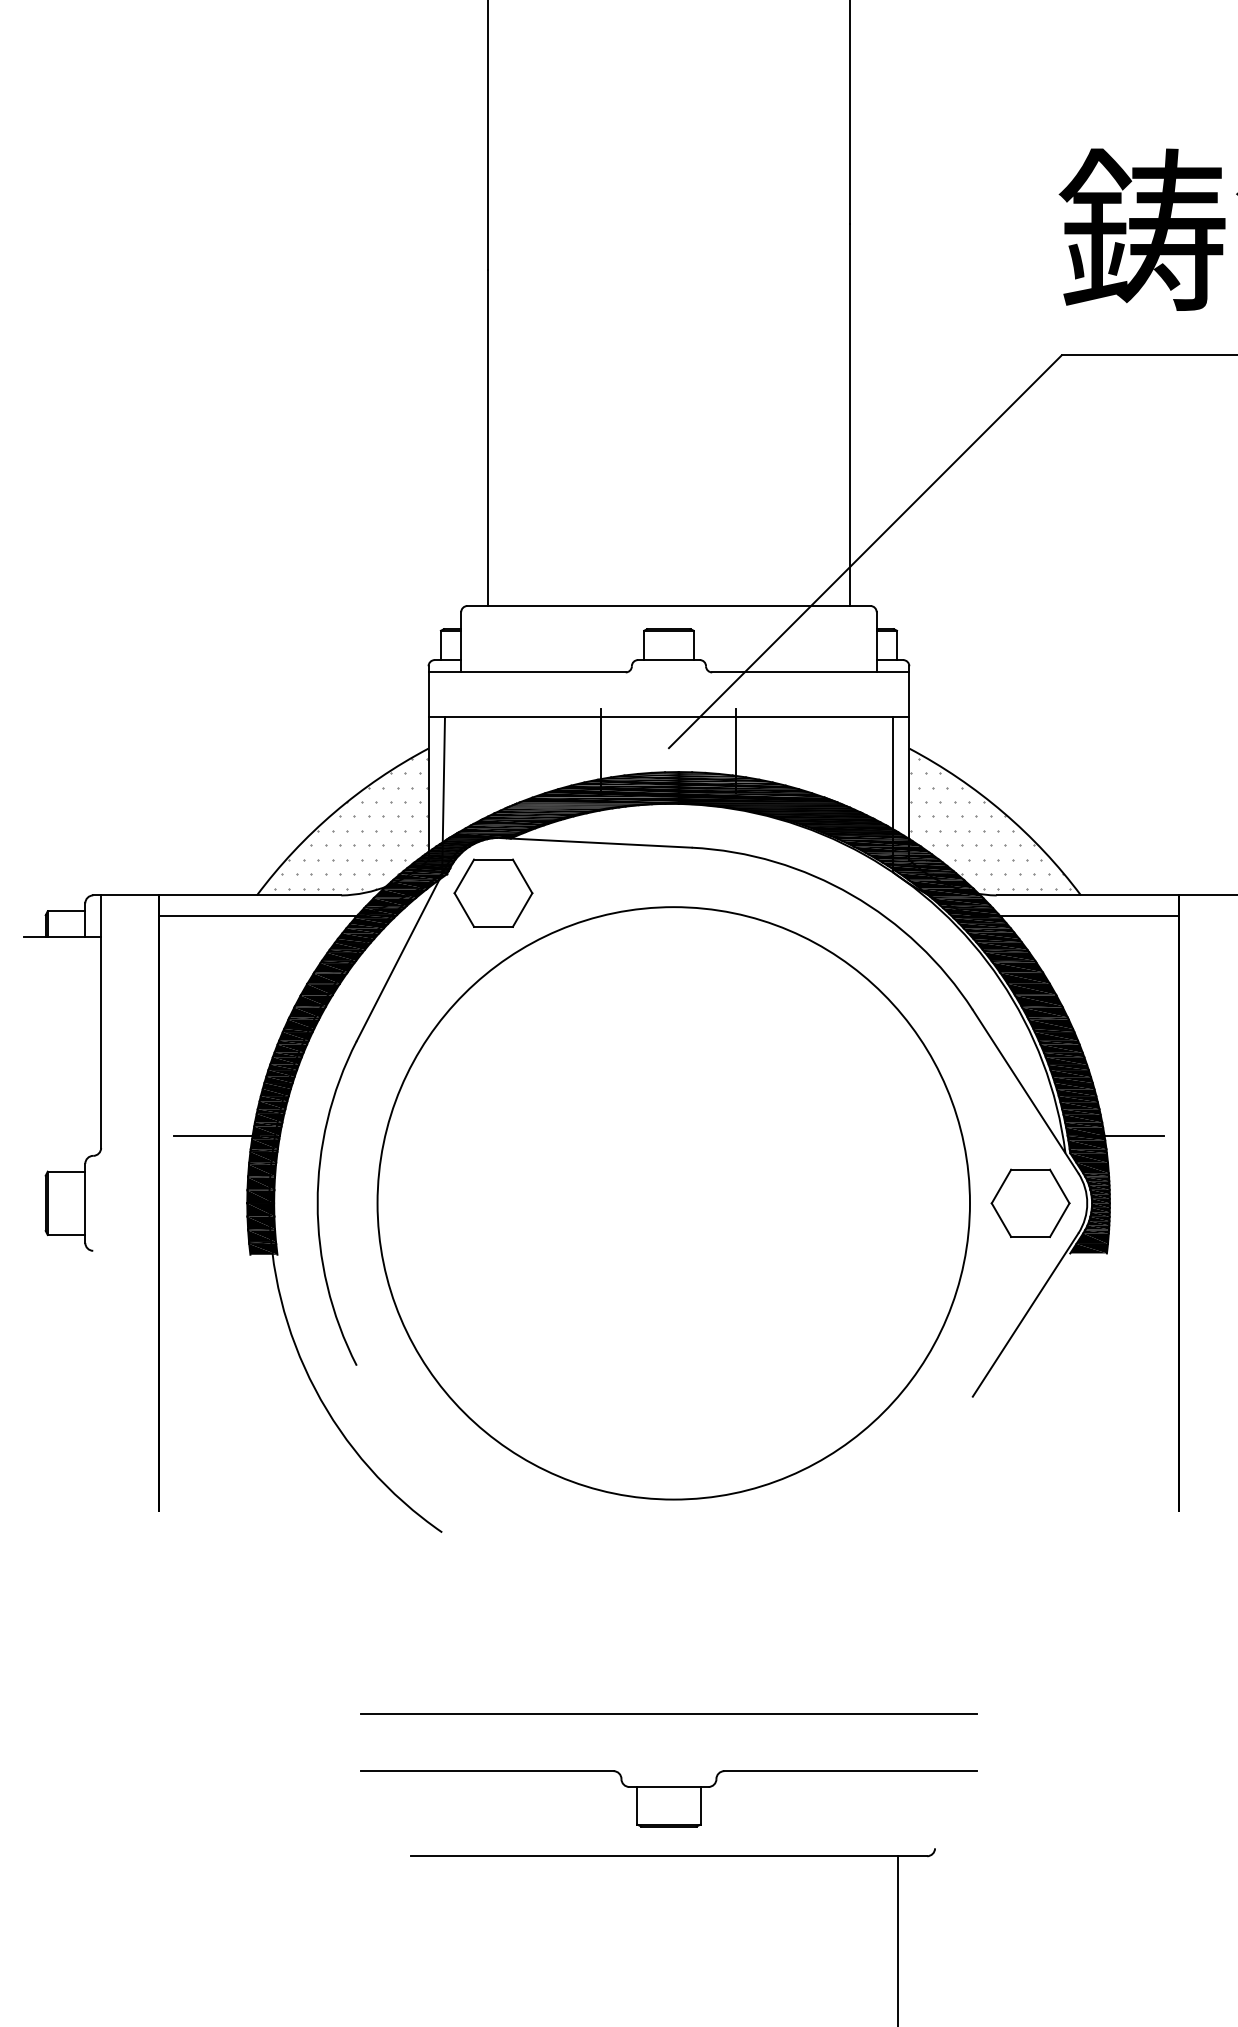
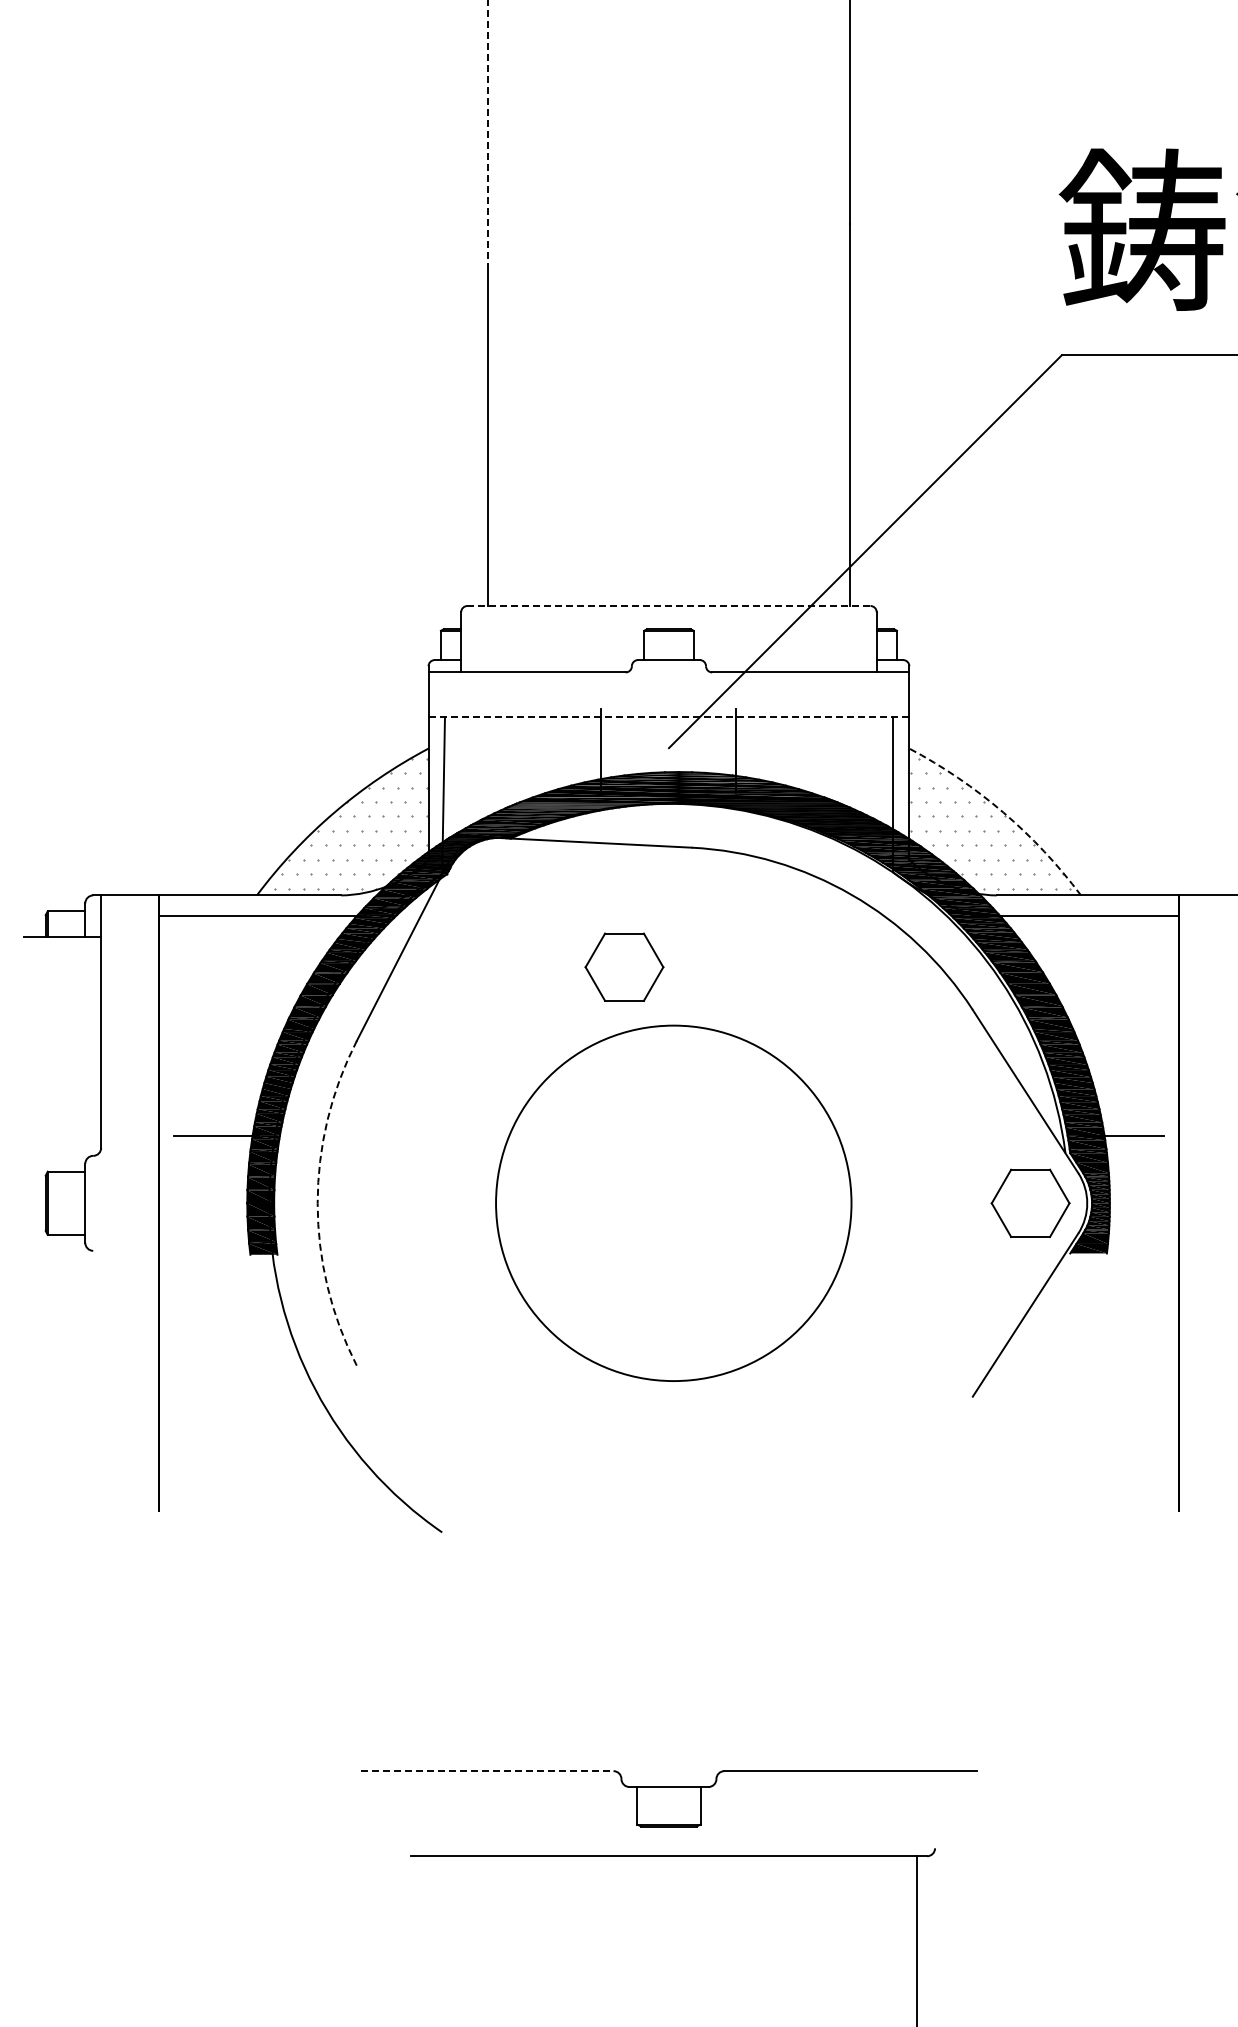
line at (488, 135): solid -> dashed
line at (668, 606): solid -> dashed
line at (669, 717): solid -> dashed
arc at (1003, 812): solid -> dashed
part at (493, 892) position: (493, 892) -> (624, 966)
arc at (317, 1203): solid -> dashed
circle at (673, 1203) diameter: 592 px -> 355 px
line at (668, 1713): present -> none
line at (487, 1771): solid -> dashed
line at (898, 1939) position: (898, 1939) -> (917, 1939)
